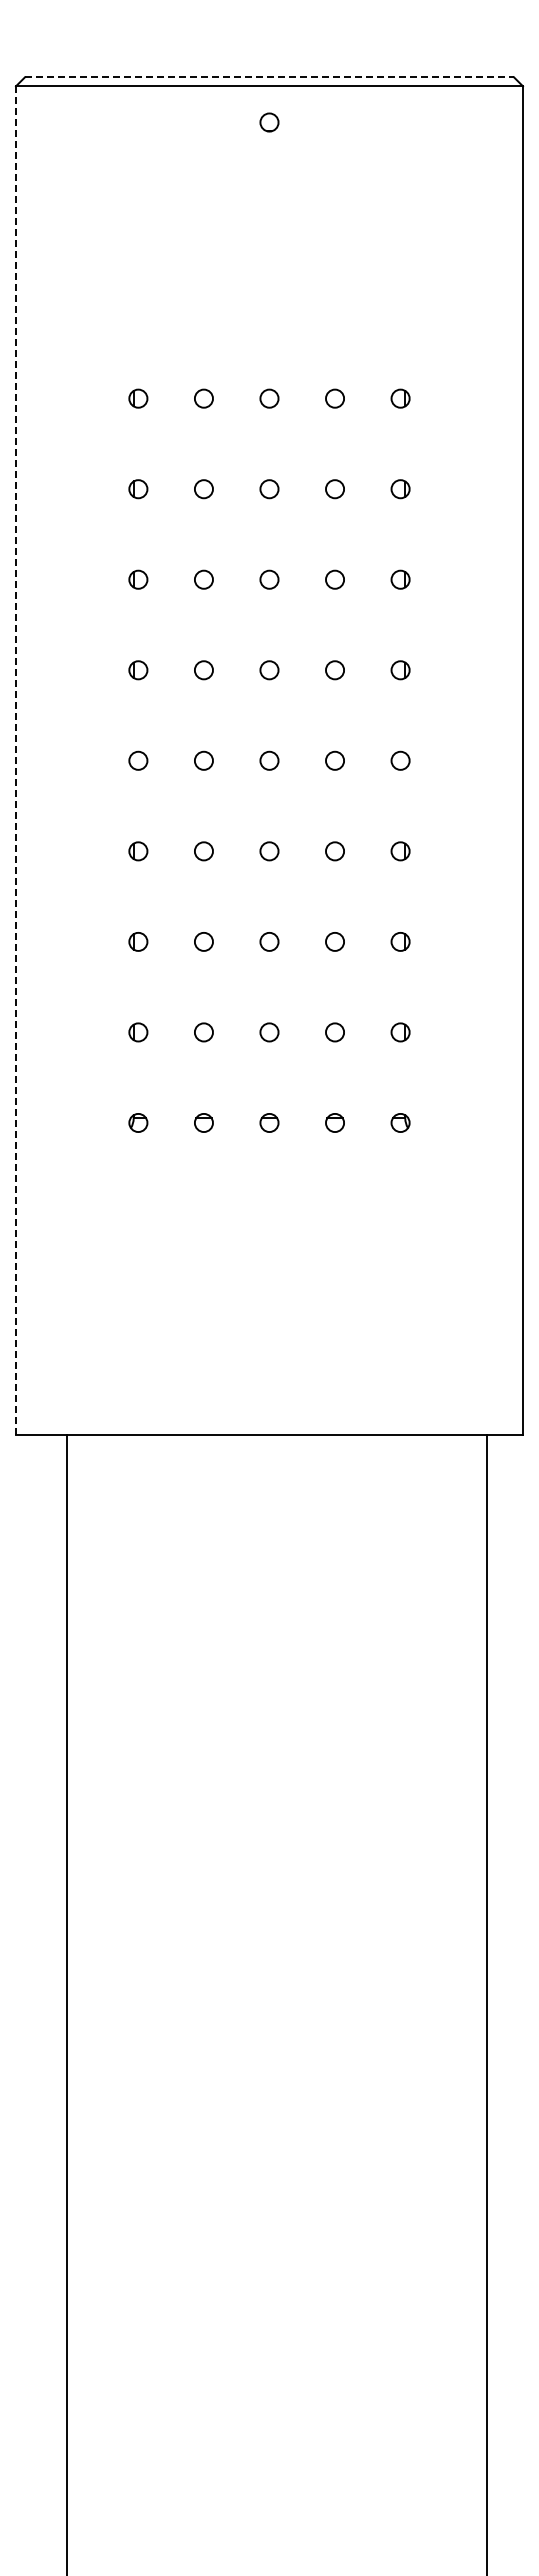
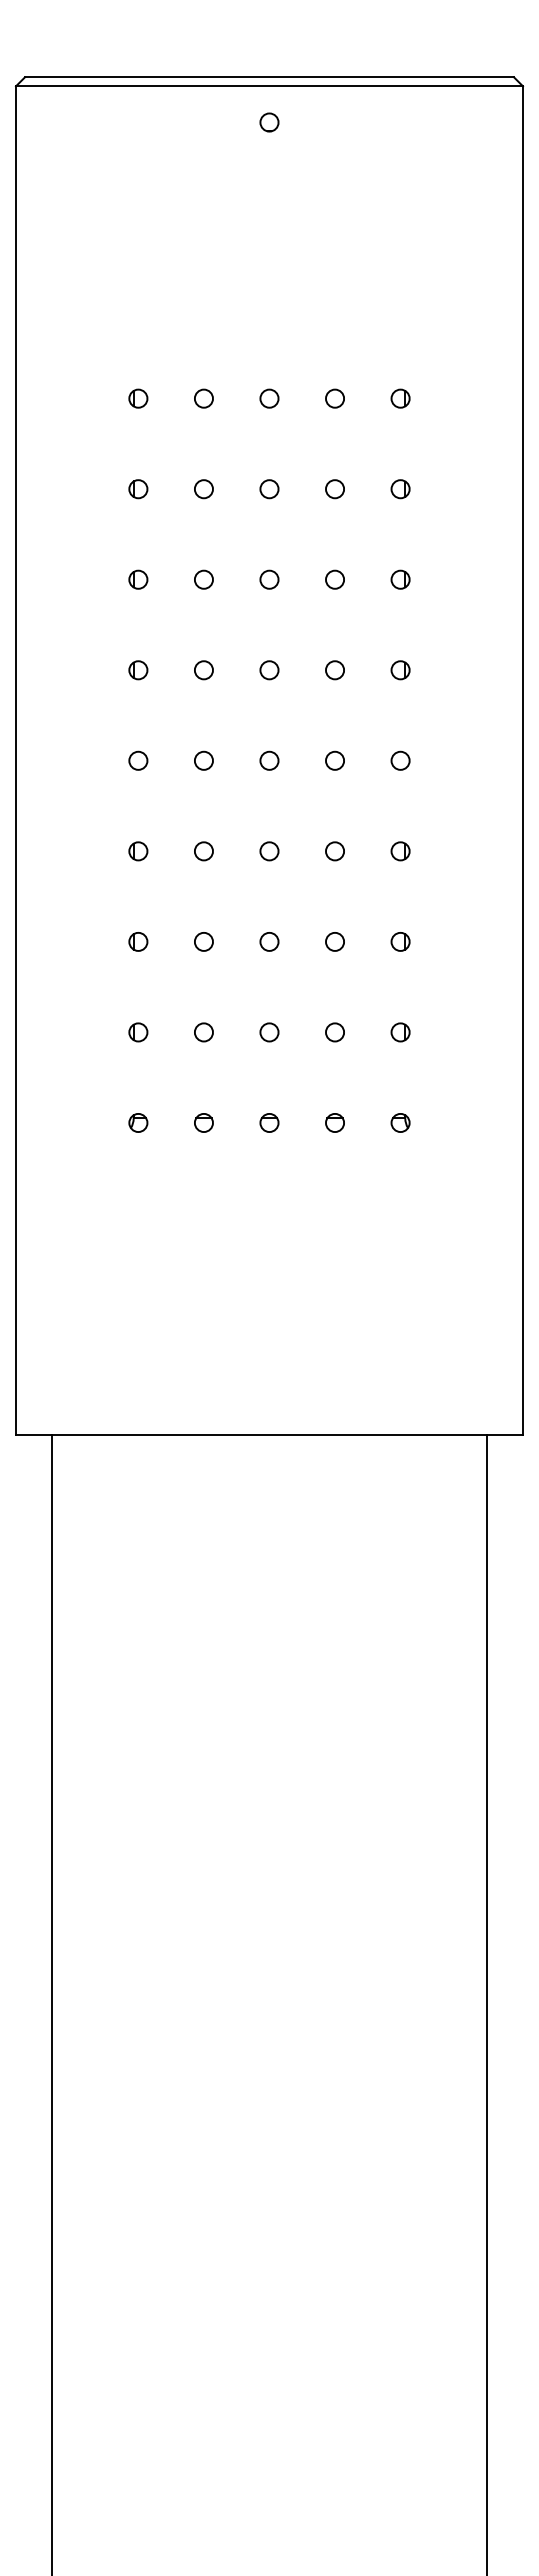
line at (269, 77): dashed -> solid
line at (15, 760): dashed -> solid
line at (67, 2003) position: (67, 2003) -> (52, 2003)
